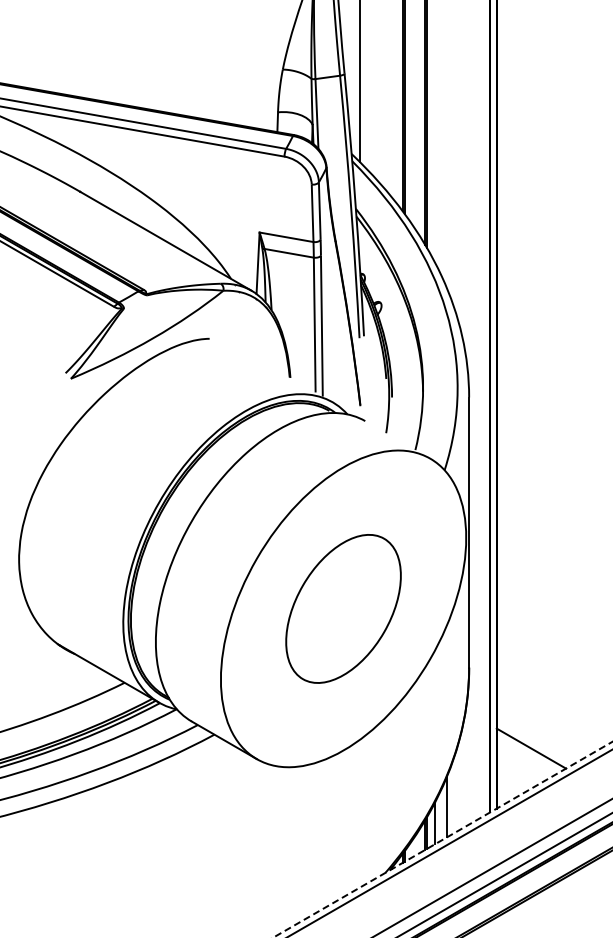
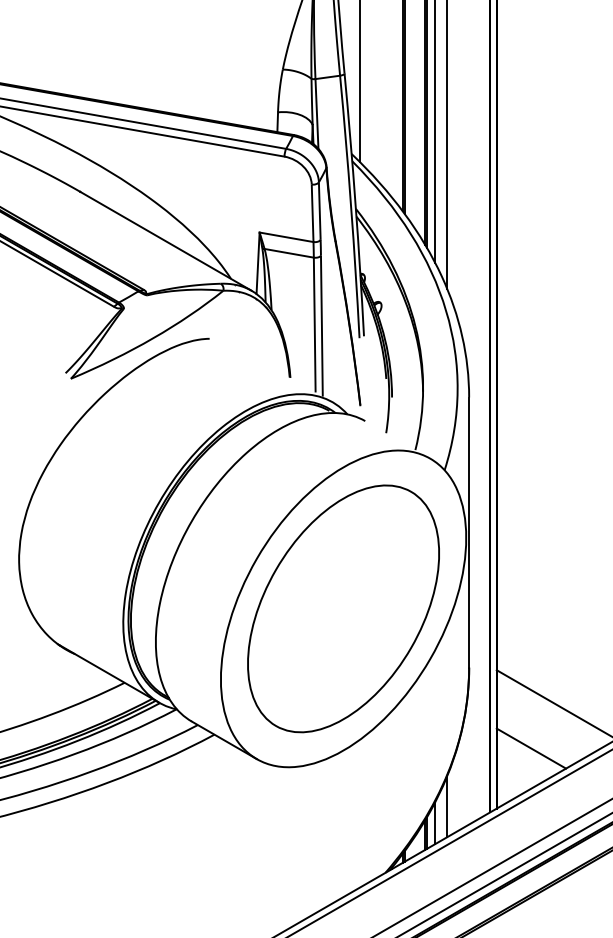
line at (435, 132): none -> present
line at (447, 145): none -> present
part at (343, 608) size: 117x150 px -> 193x250 px
line at (552, 702): none -> present
line at (442, 839): dashed -> solid
